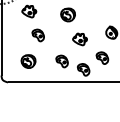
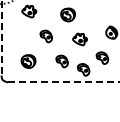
part at (37, 35) position: (37, 35) -> (45, 36)
line at (1, 38): solid -> dashed
line at (63, 82): solid -> dashed
